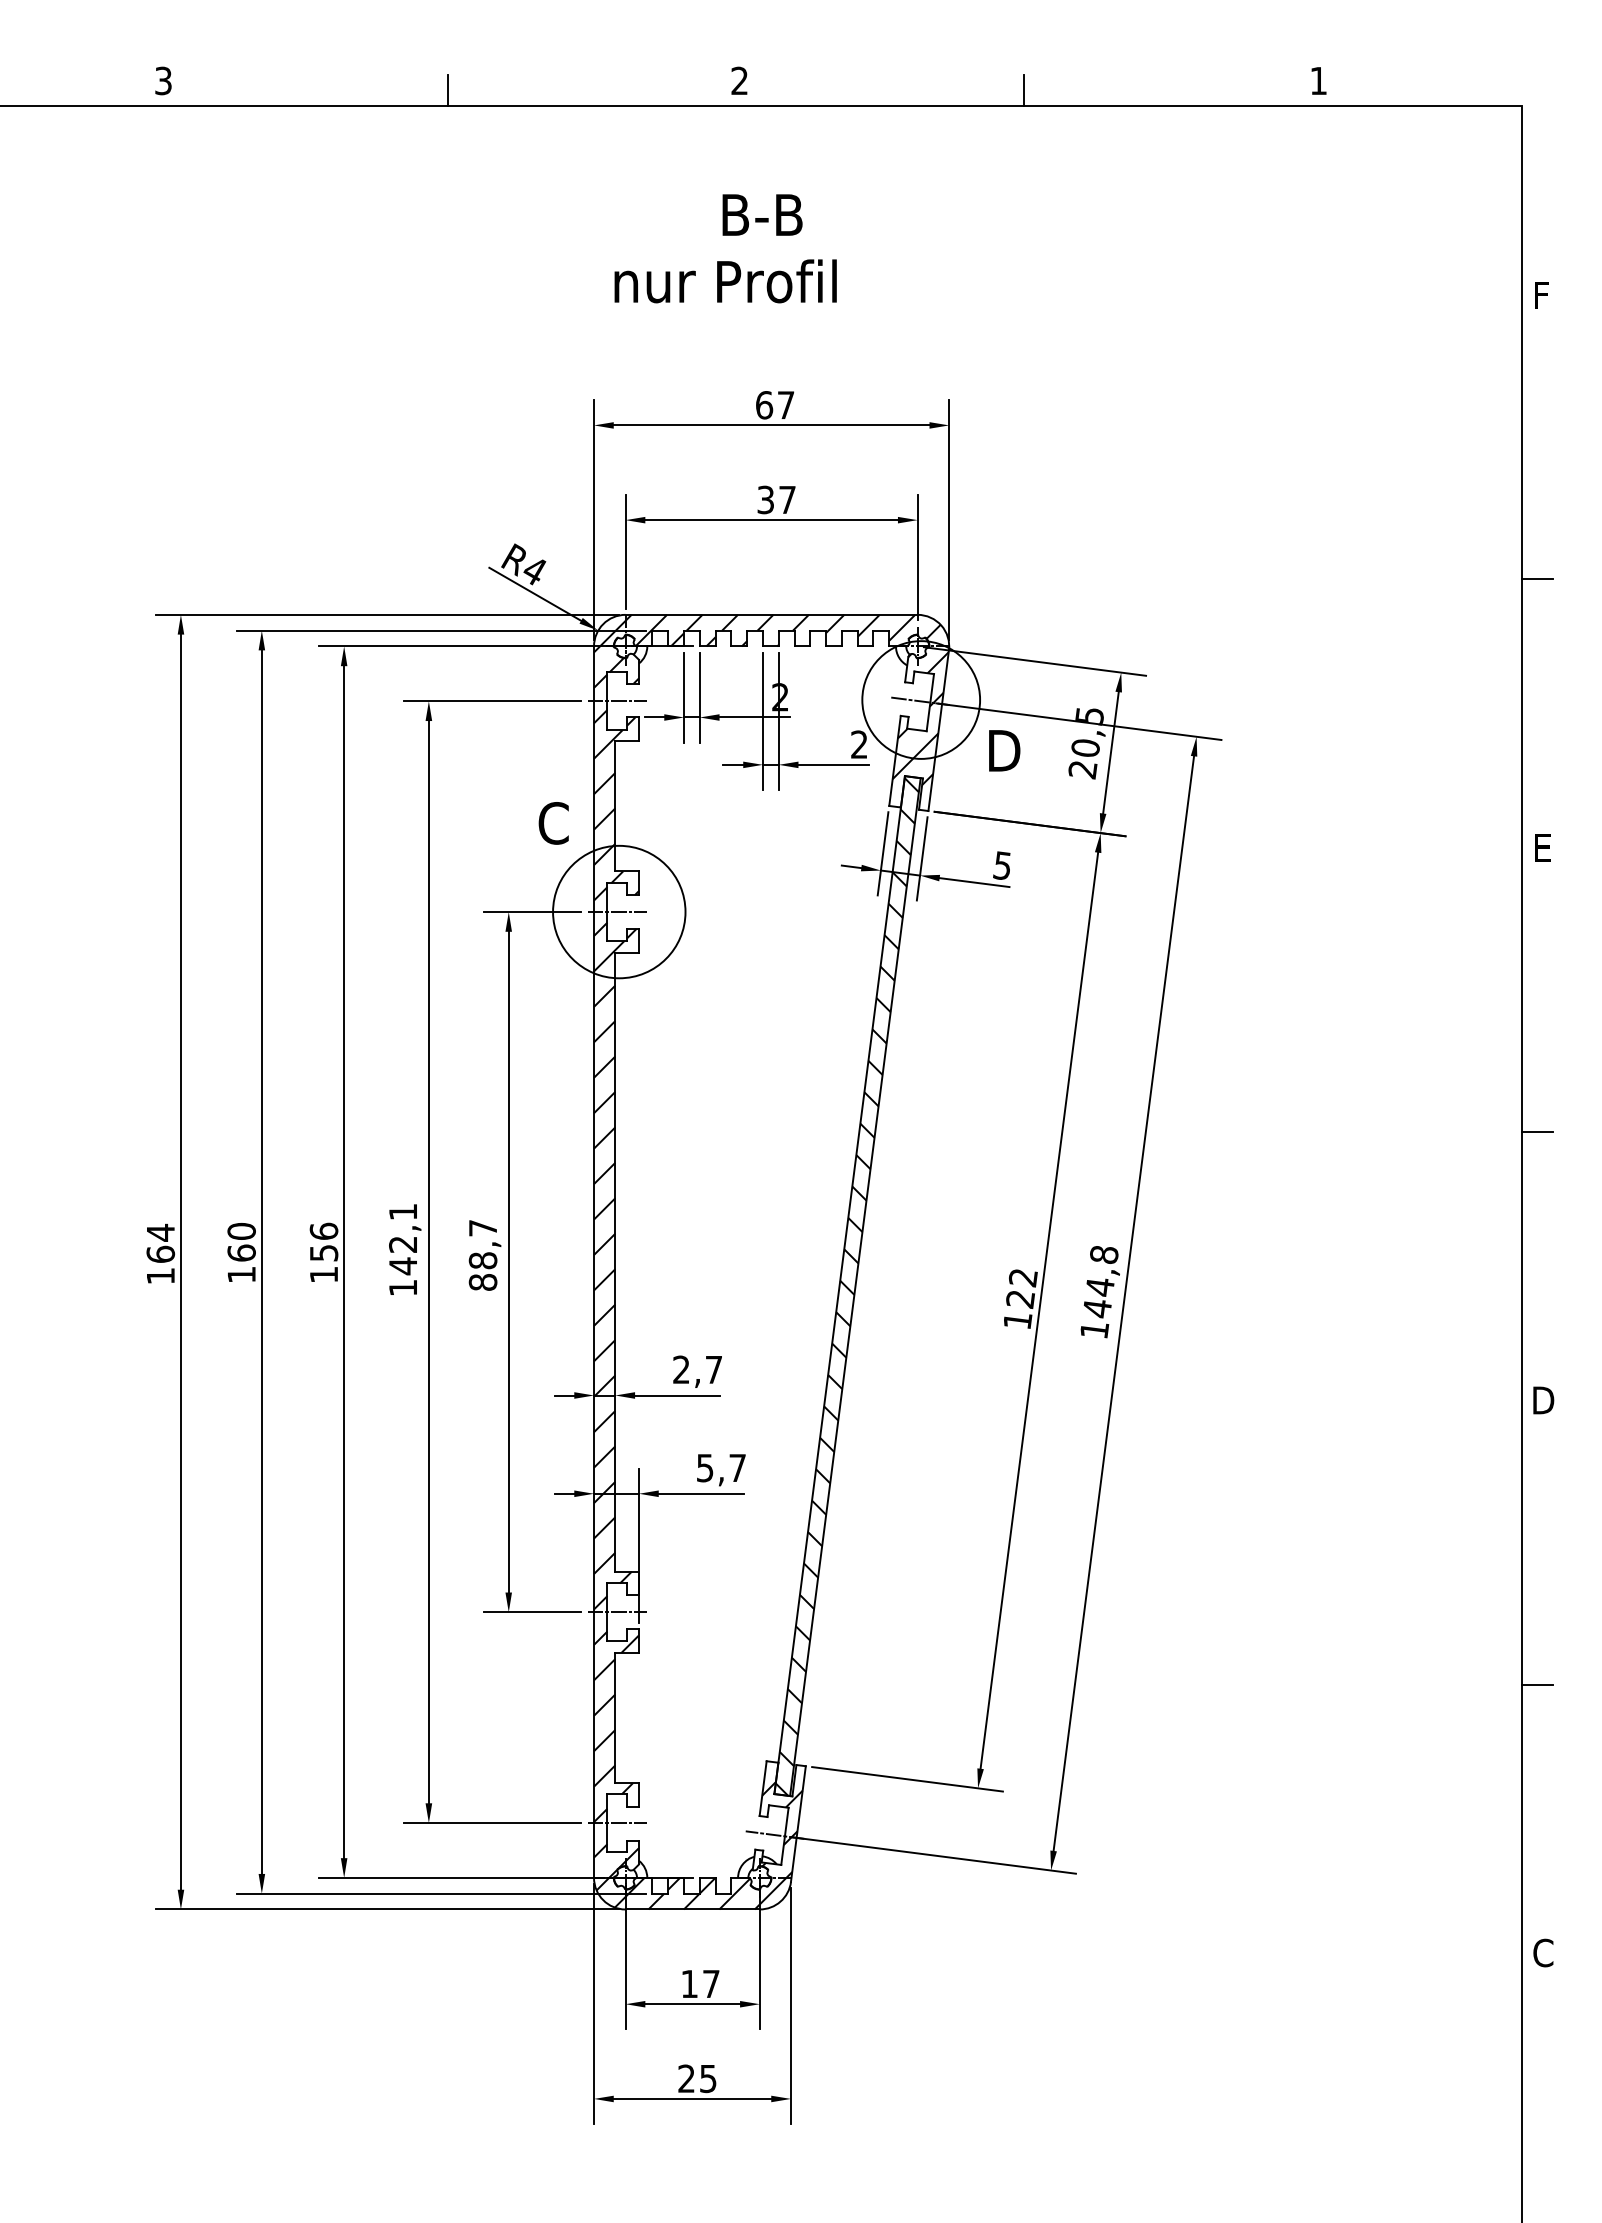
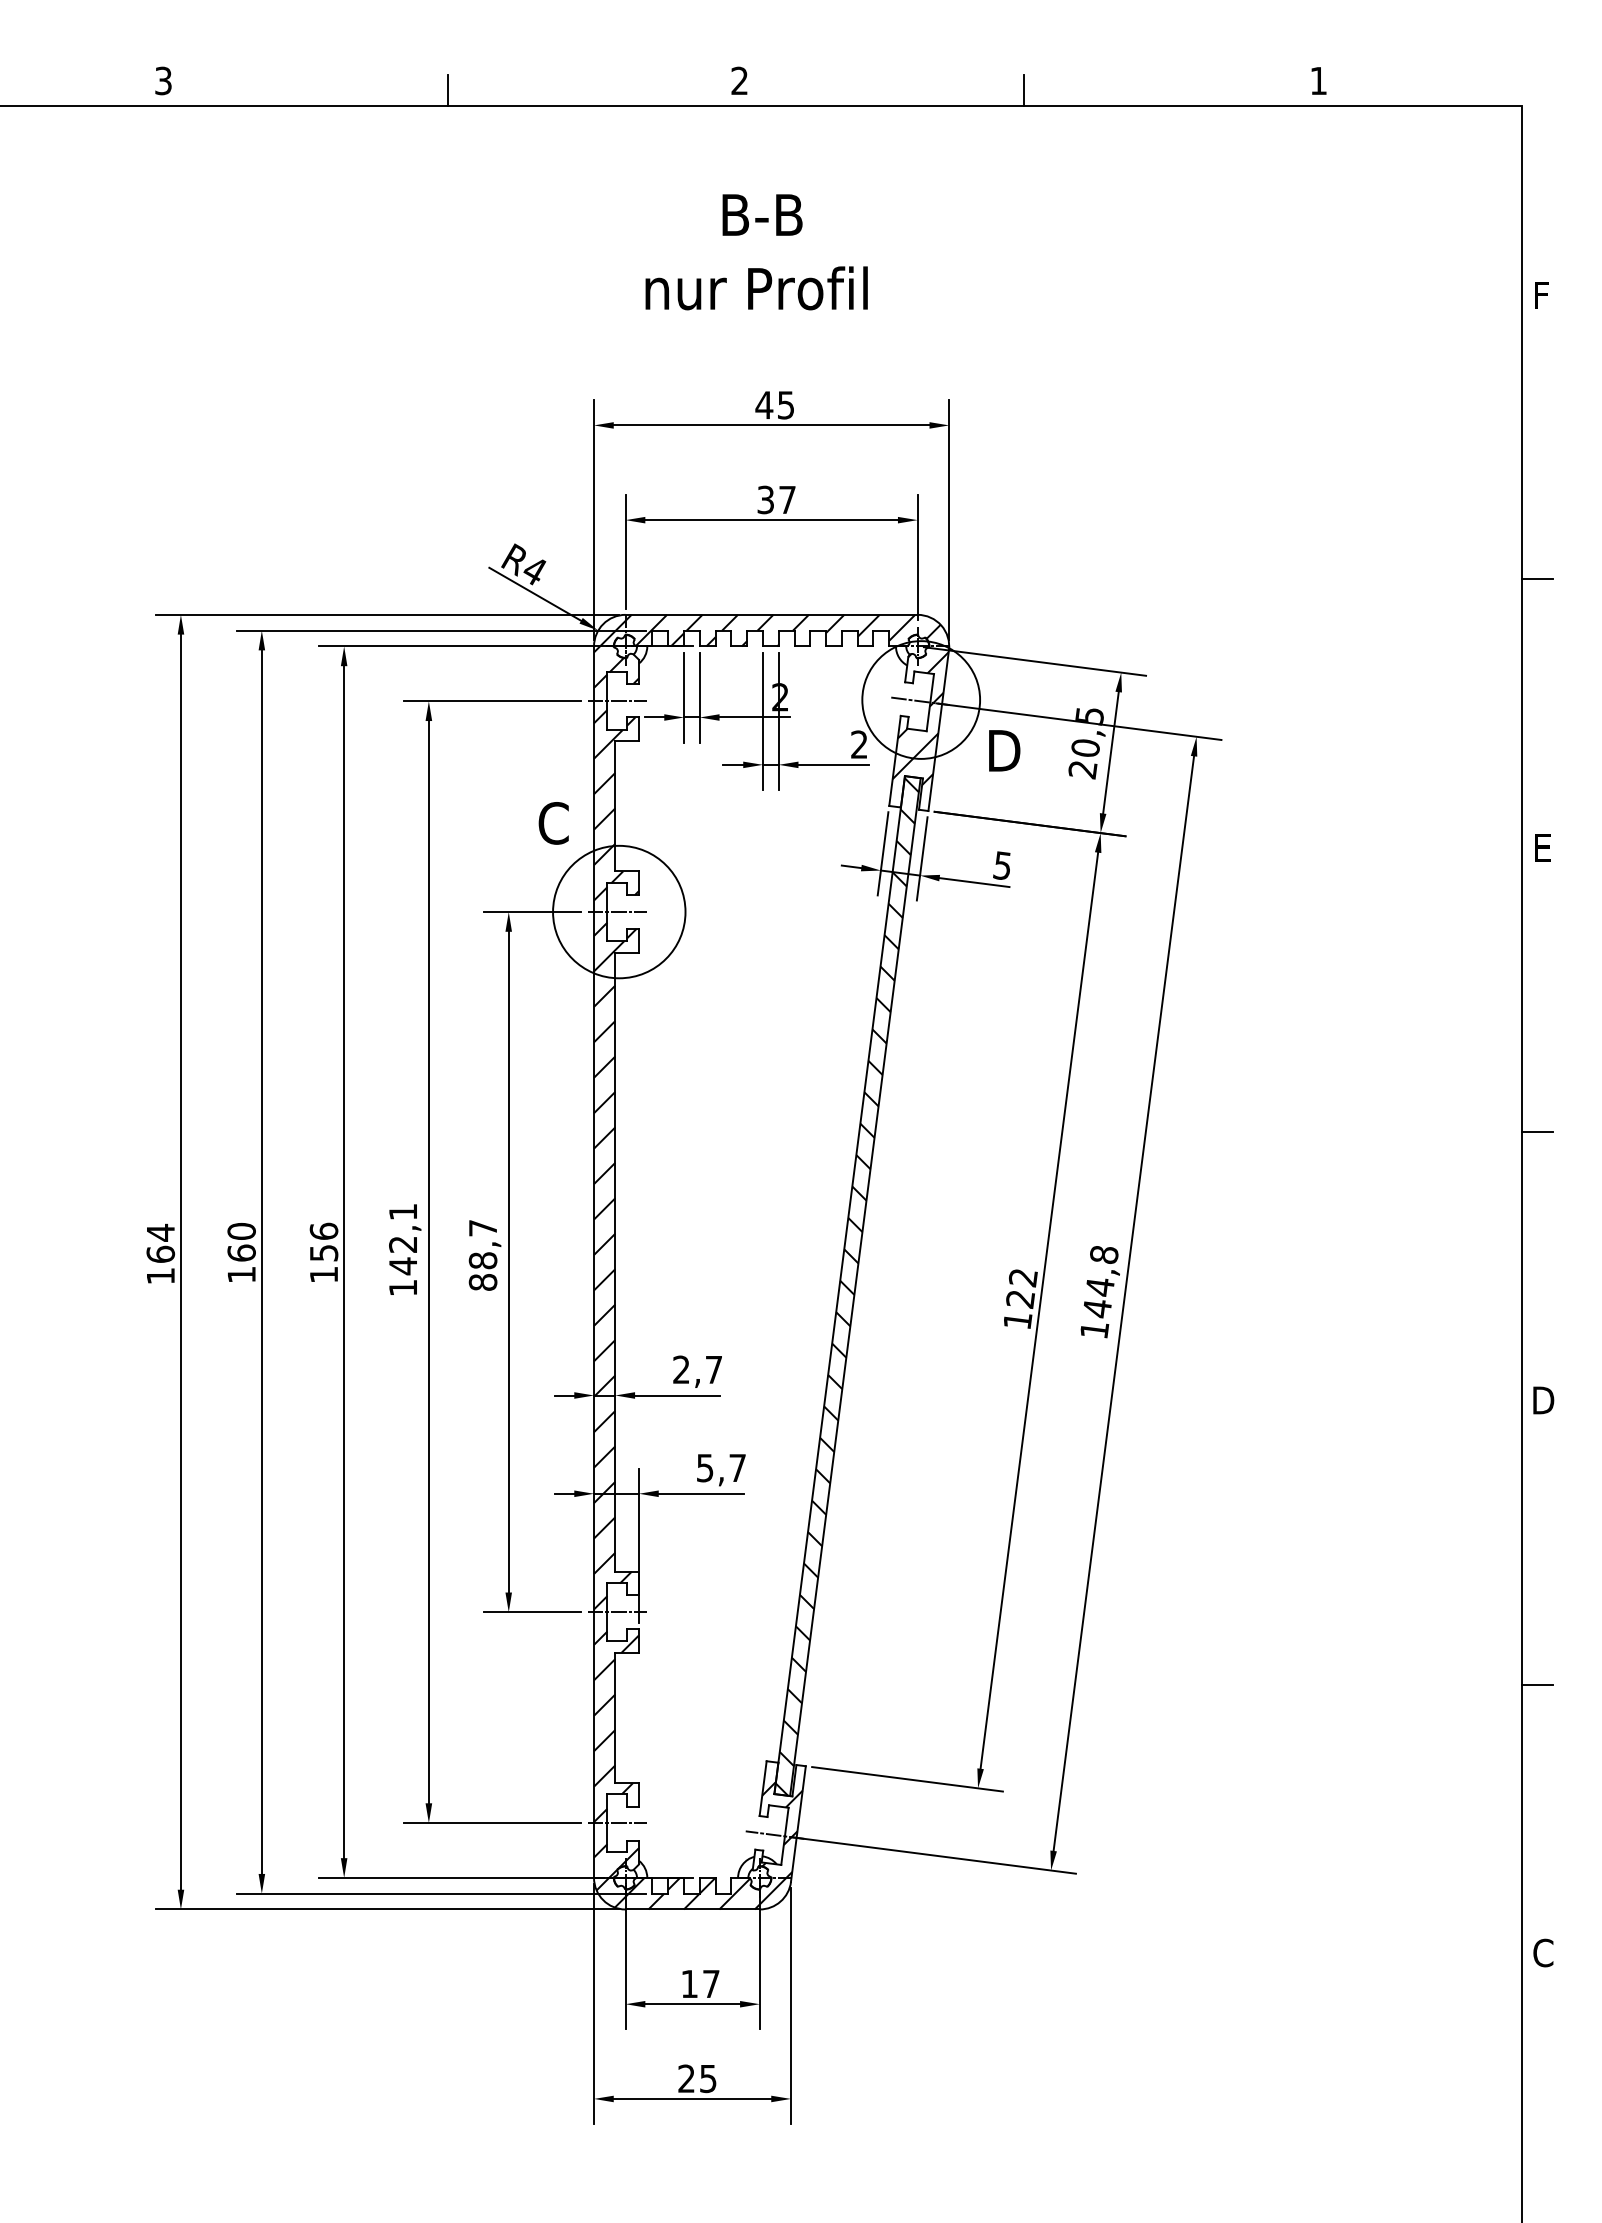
text at (725, 281) position: (725, 281) -> (756, 288)
text at (774, 405): 67 -> 45
